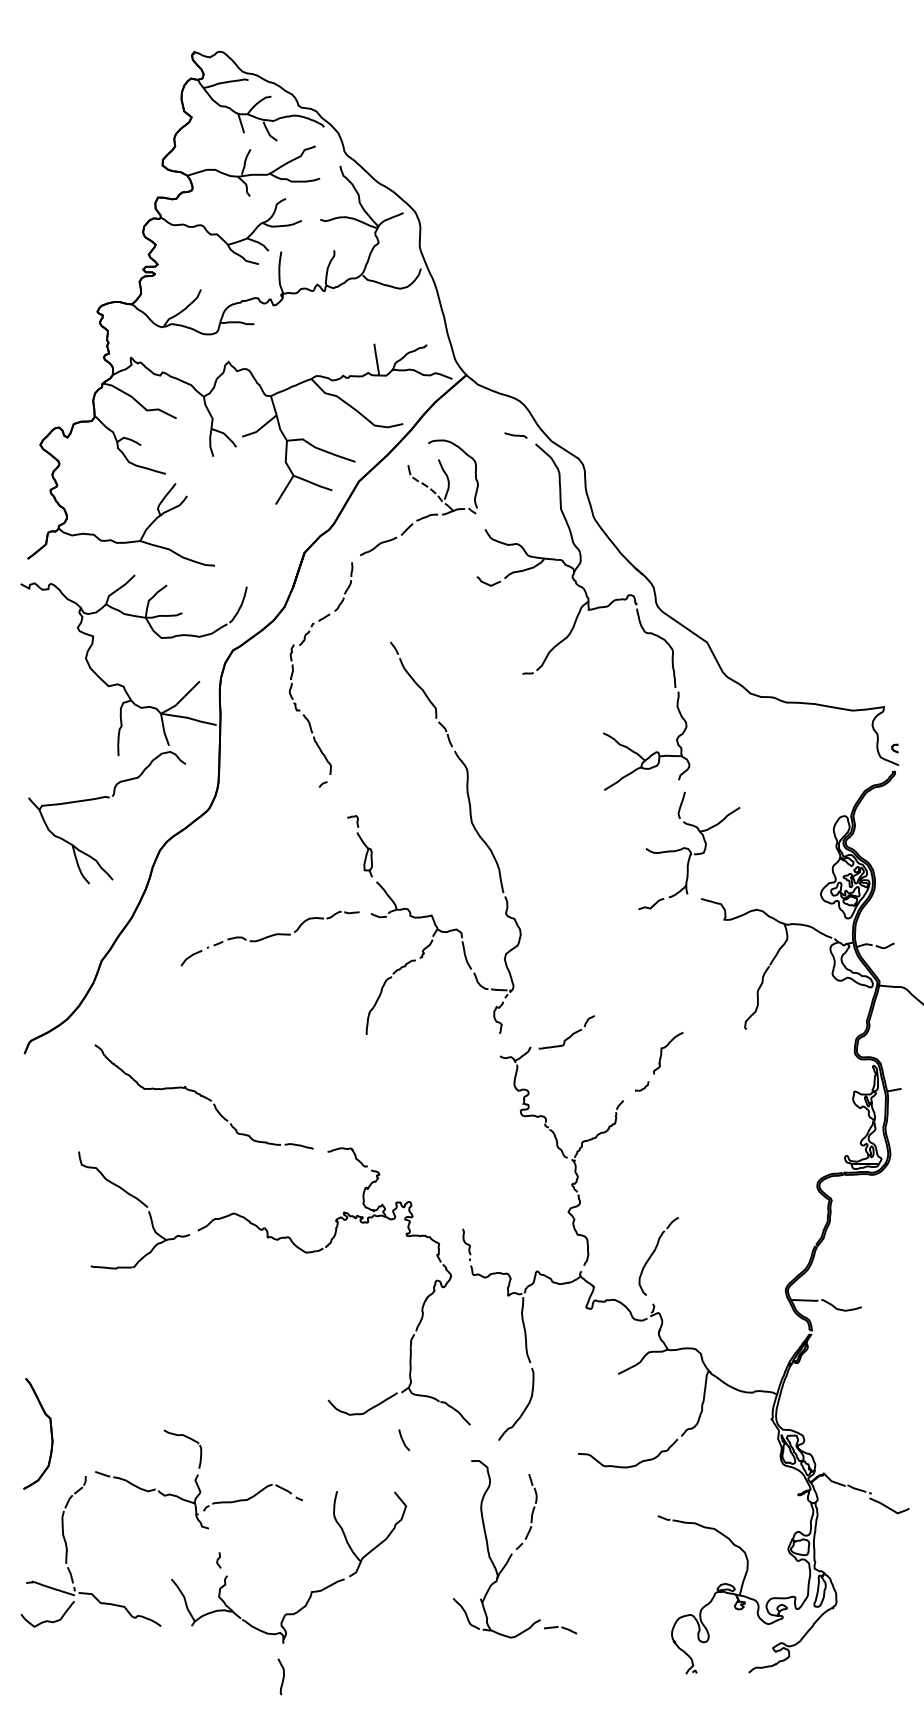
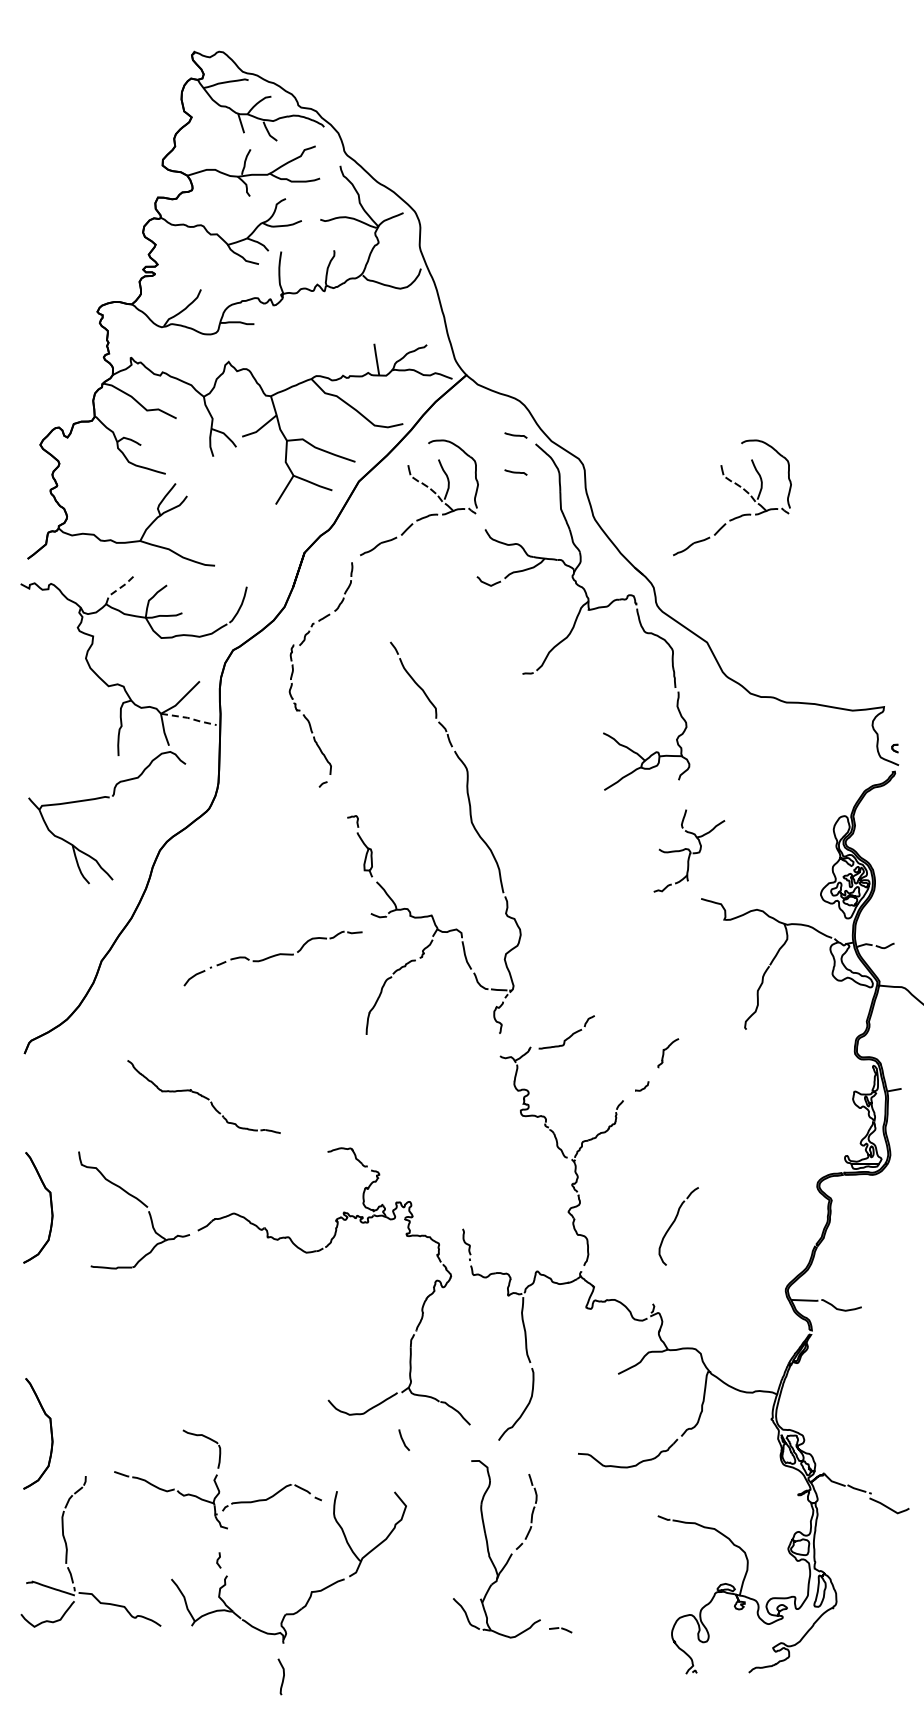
line at (515, 472): none -> present
part at (739, 487): none -> present
line at (119, 588): solid -> dashed
line at (189, 718): solid -> dashed
part at (689, 850) size: 103x120 px -> 73x84 px
part at (269, 938) position: (269, 938) -> (272, 958)
part at (668, 1053) size: 31x43 px -> 23x31 px
part at (203, 1096) size: 220x106 px -> 154x74 px
part at (50, 1207): none -> present
part at (658, 1256) position: (658, 1256) -> (678, 1226)
part at (198, 1479) position: (198, 1479) -> (217, 1479)
part at (560, 1630) size: 34x9 px -> 24x7 px
